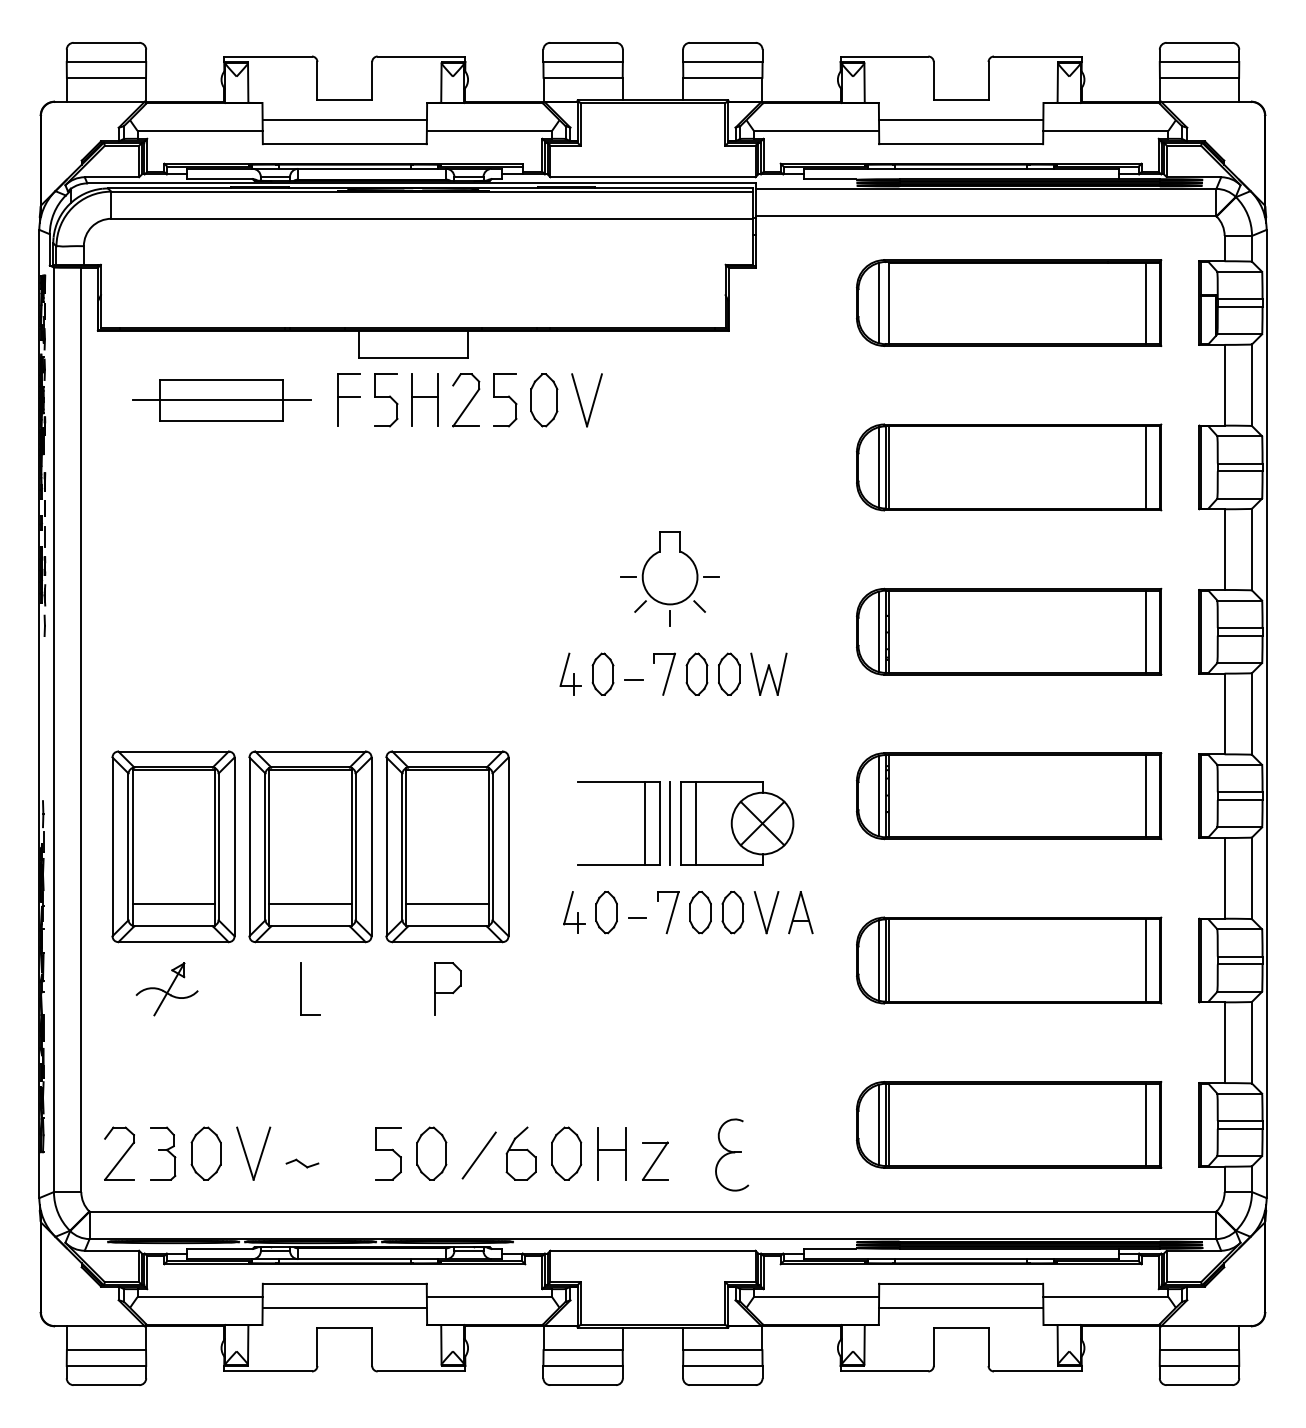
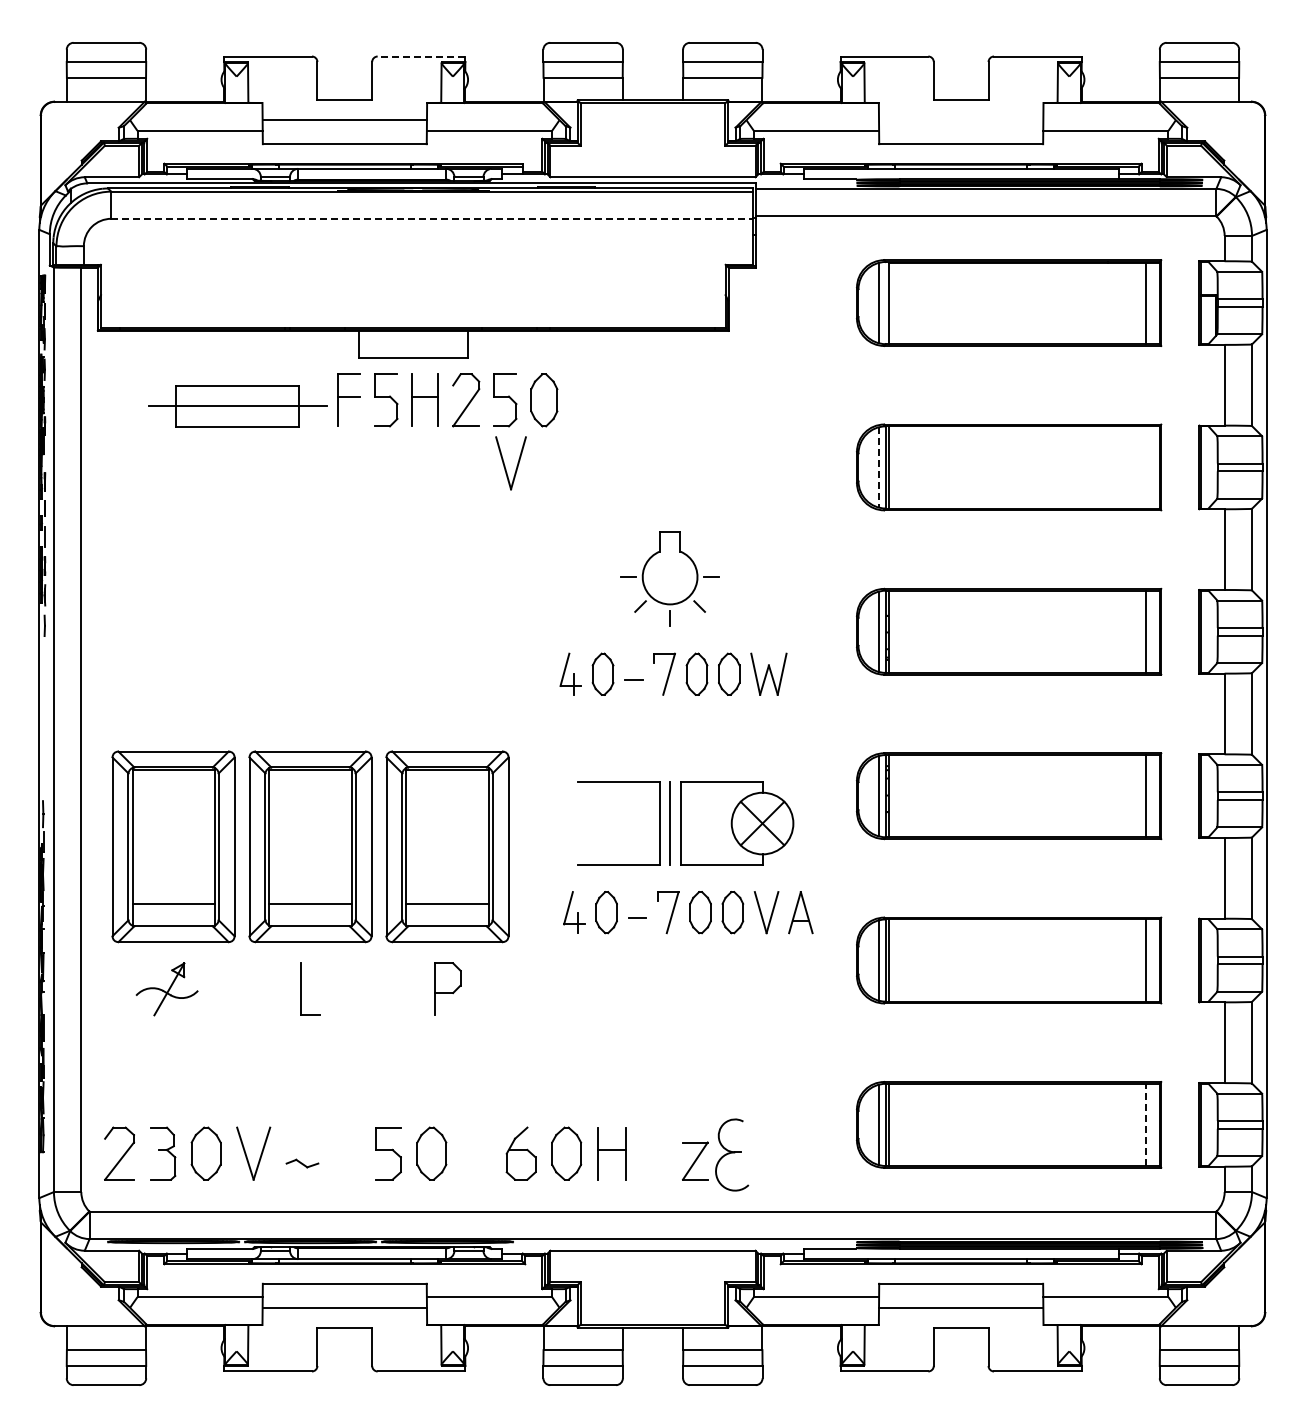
line at (421, 56): solid -> dashed
line at (961, 119): present -> none
line at (432, 218): solid -> dashed
part at (221, 400) position: (221, 400) -> (237, 406)
part at (586, 400) position: (586, 400) -> (510, 463)
line at (879, 467): solid -> dashed
line at (1146, 467): present -> none
line at (644, 823): present -> none
line at (695, 823): present -> none
line at (1146, 1124): solid -> dashed
line at (478, 1155): present -> none
part at (655, 1160) position: (655, 1160) -> (695, 1160)
